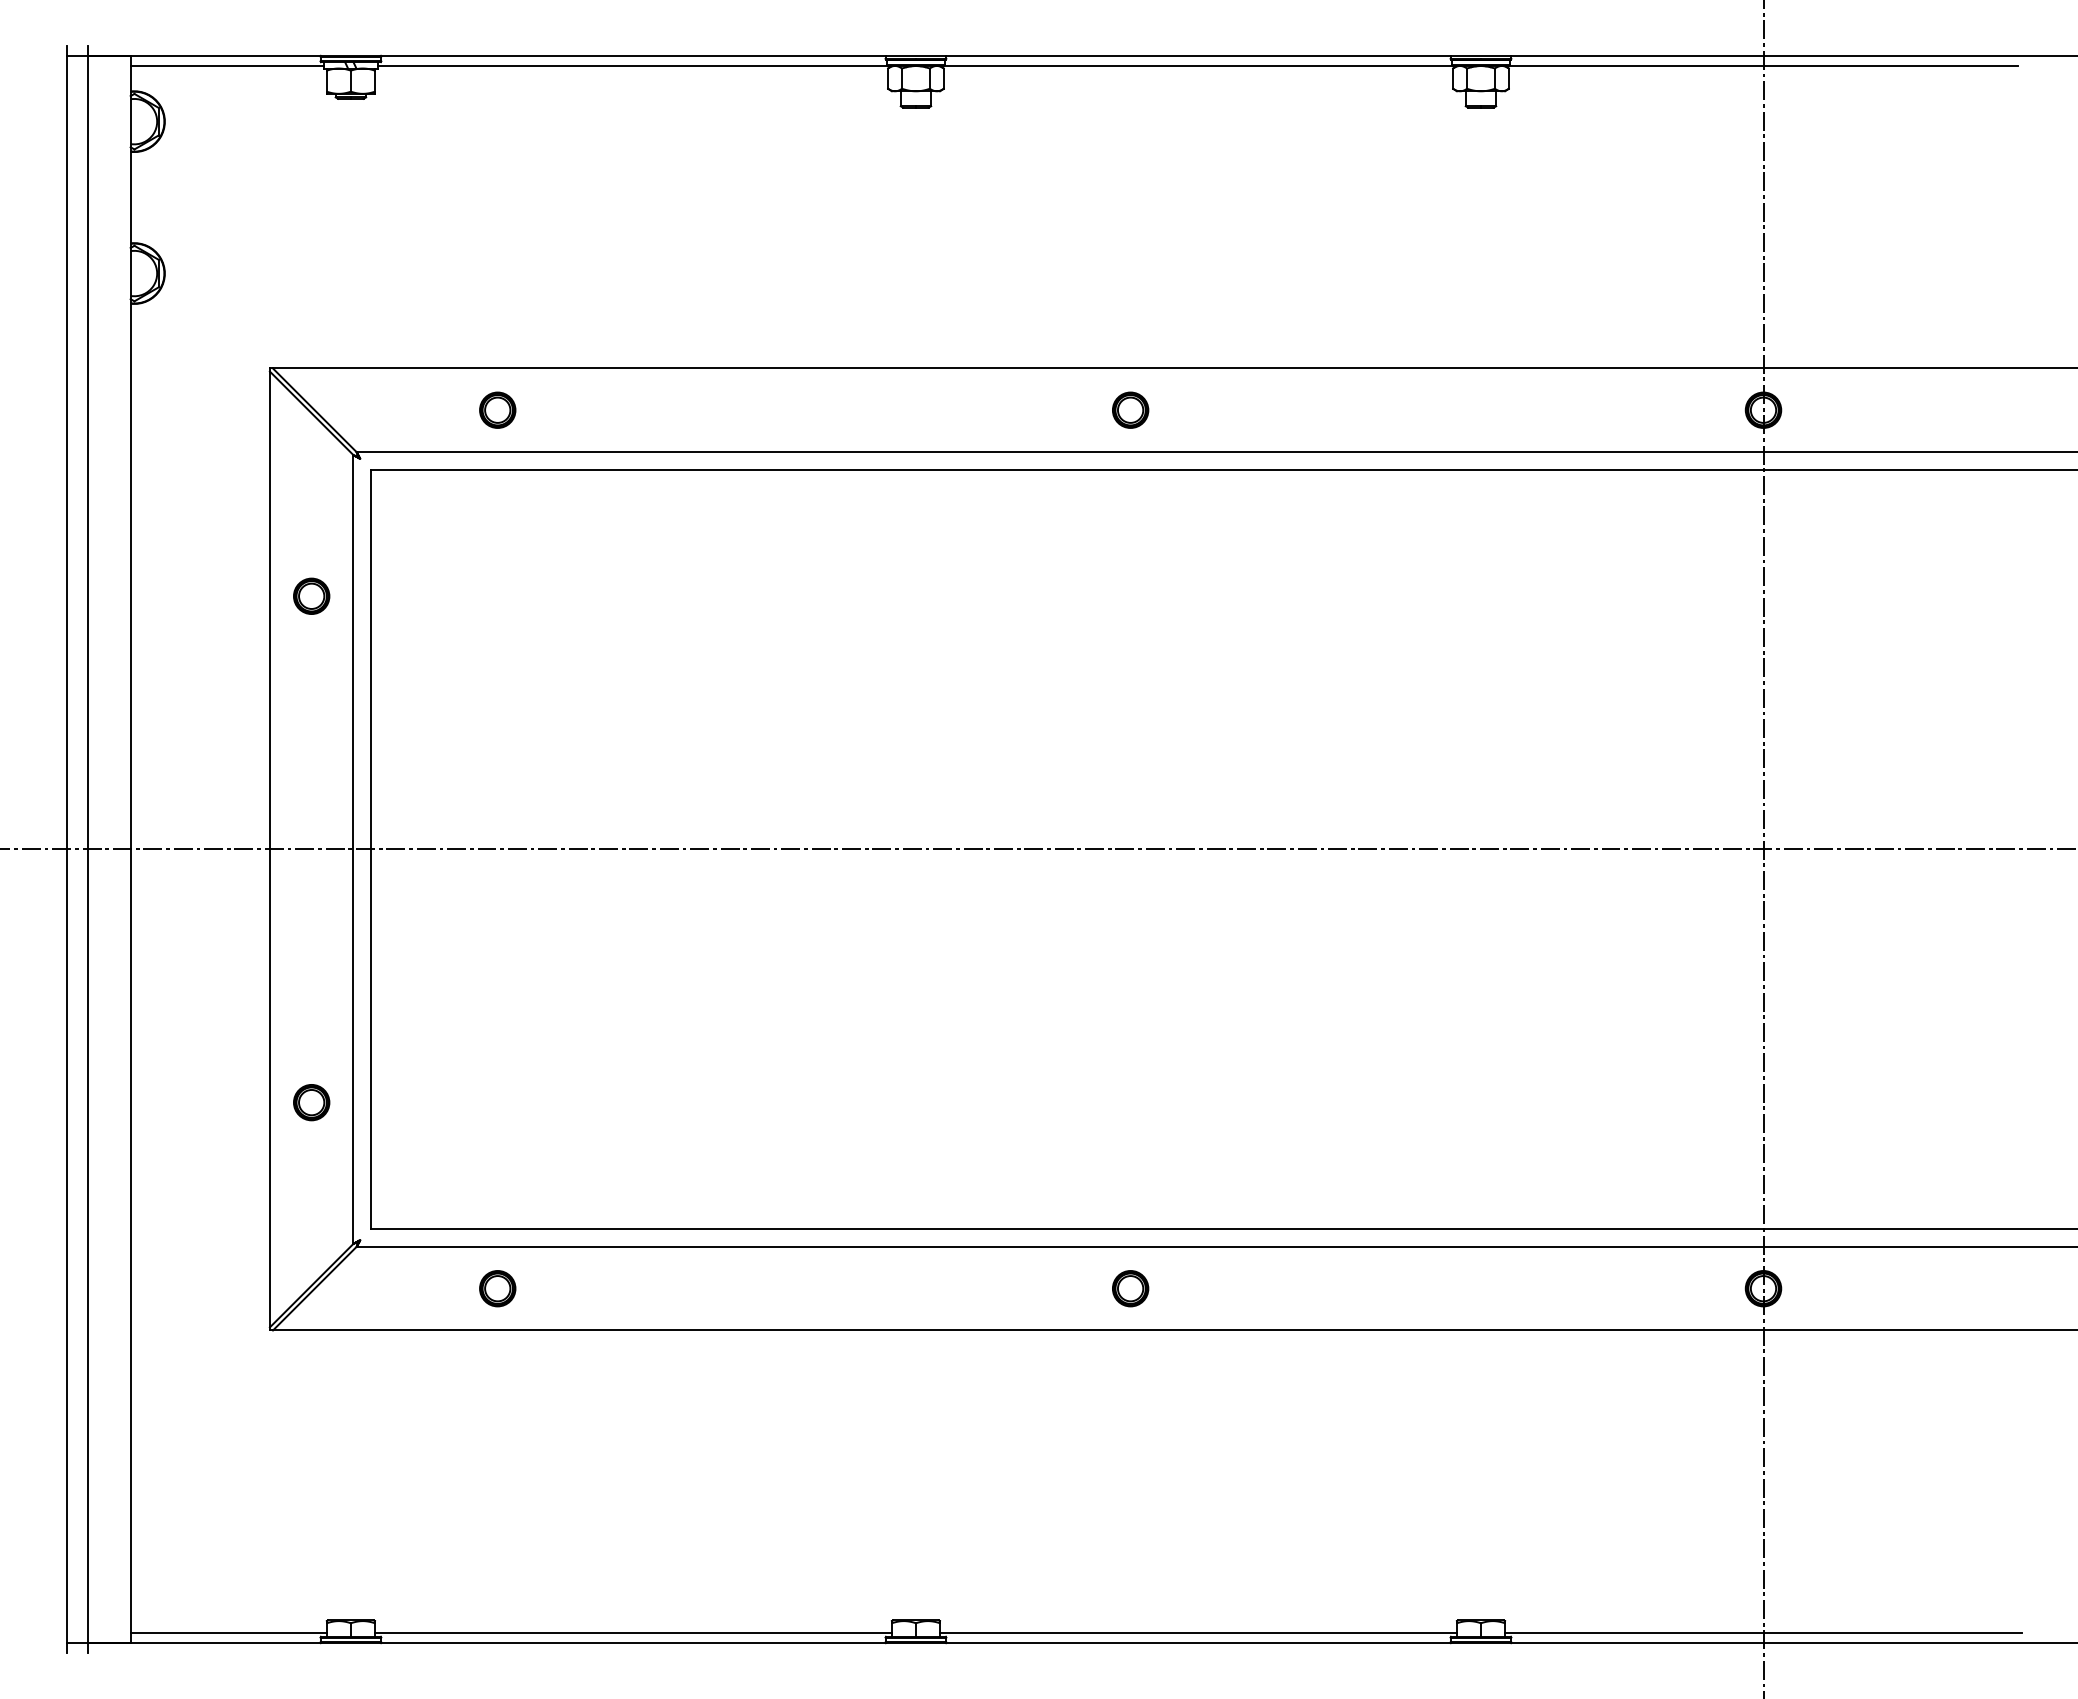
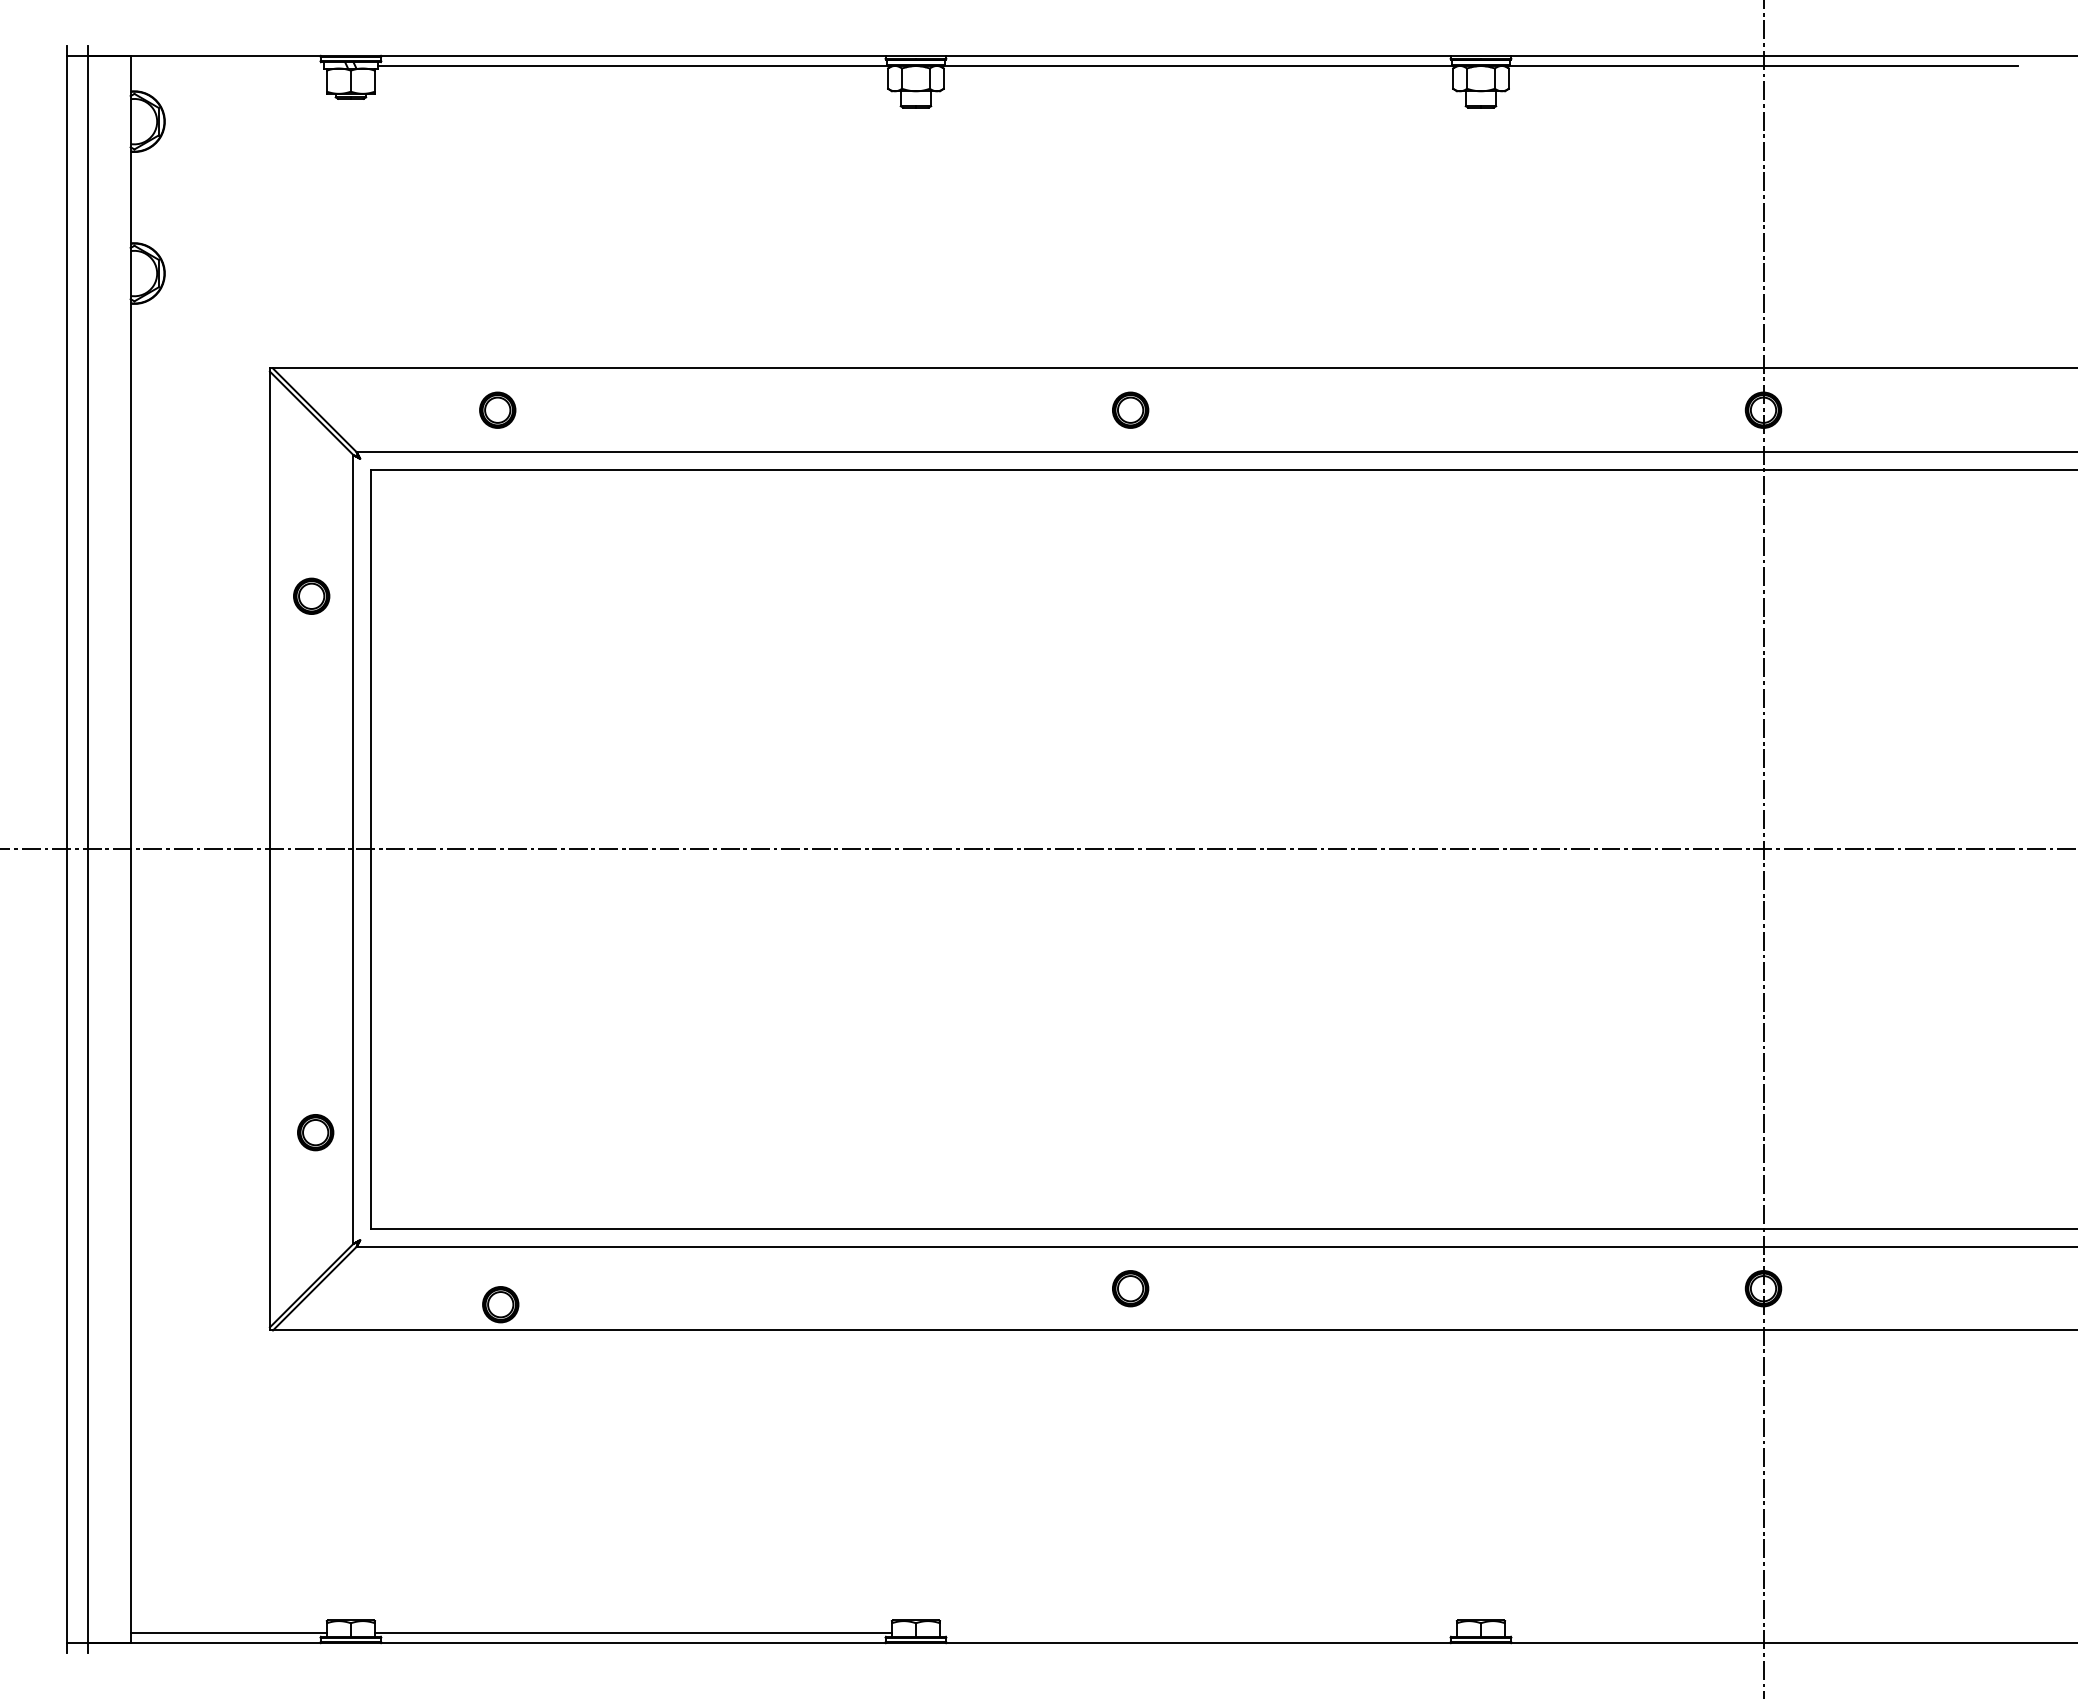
line at (227, 65): present -> none
part at (311, 1102) position: (311, 1102) -> (315, 1132)
part at (497, 1288) position: (497, 1288) -> (500, 1304)
line at (1198, 1632): present -> none
line at (1763, 1632): present -> none
